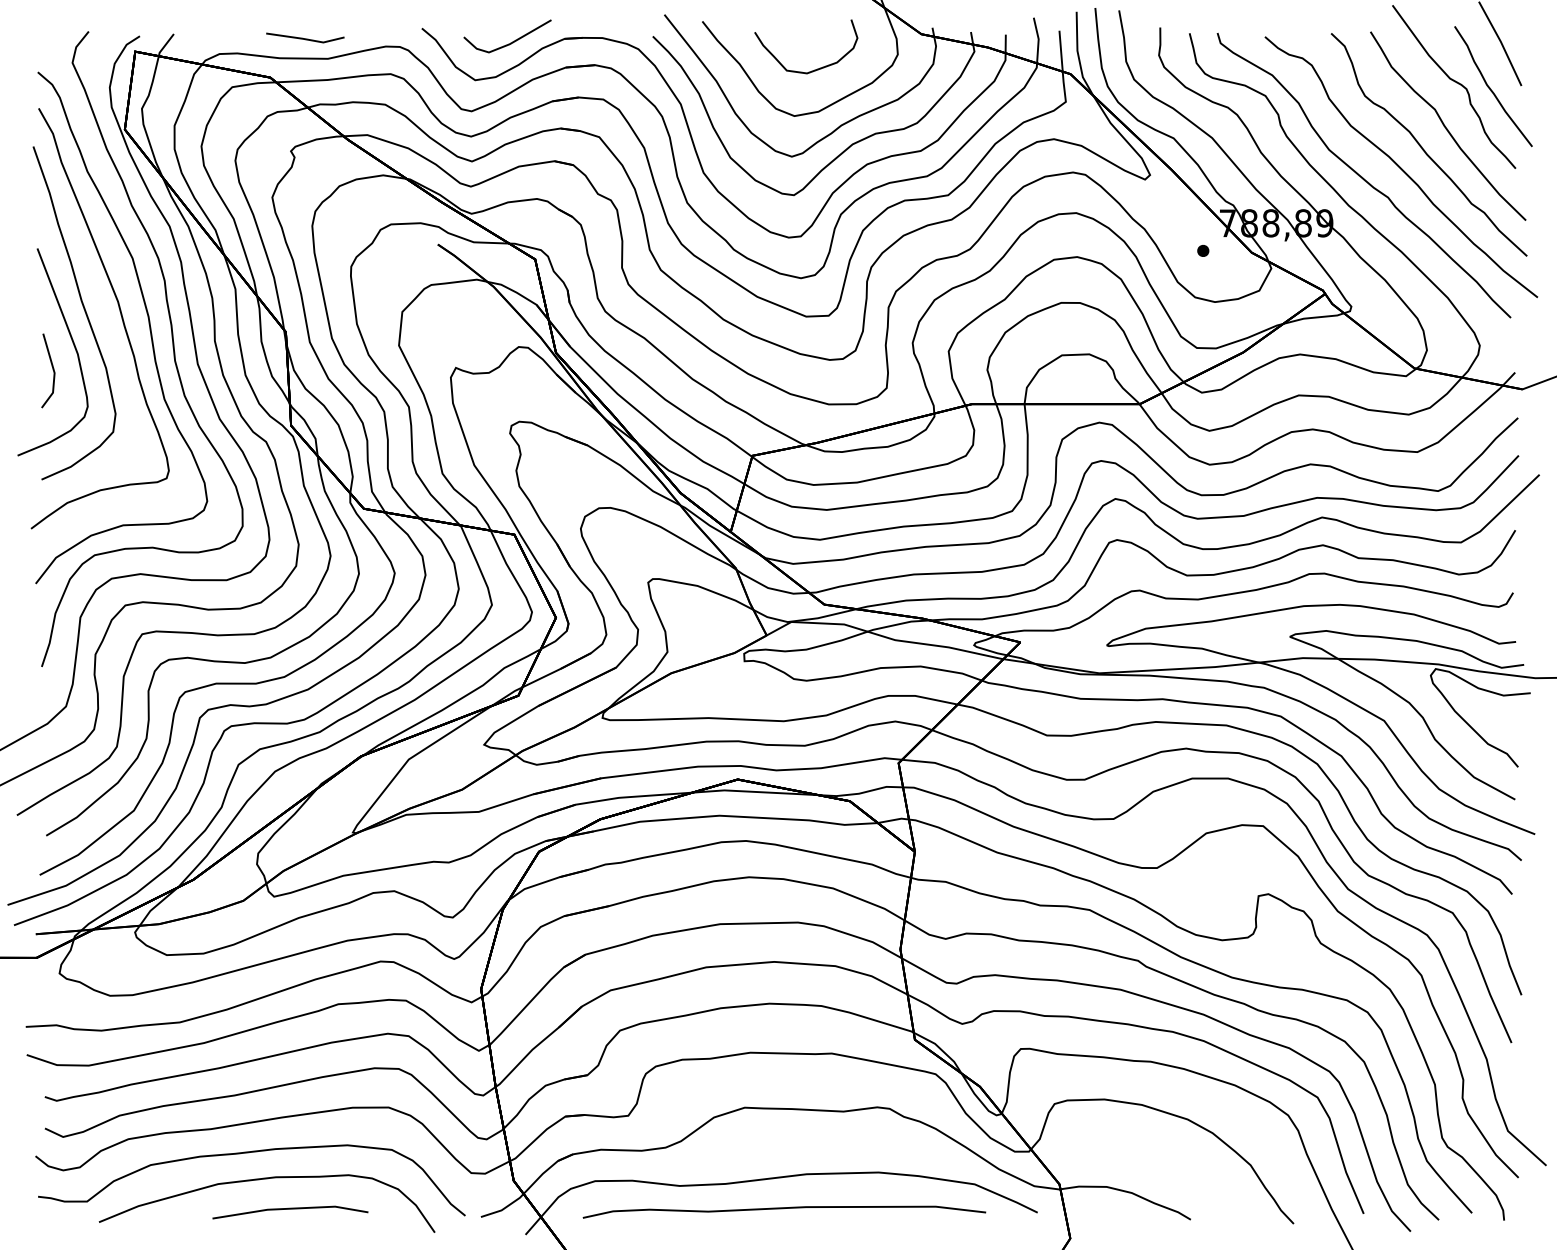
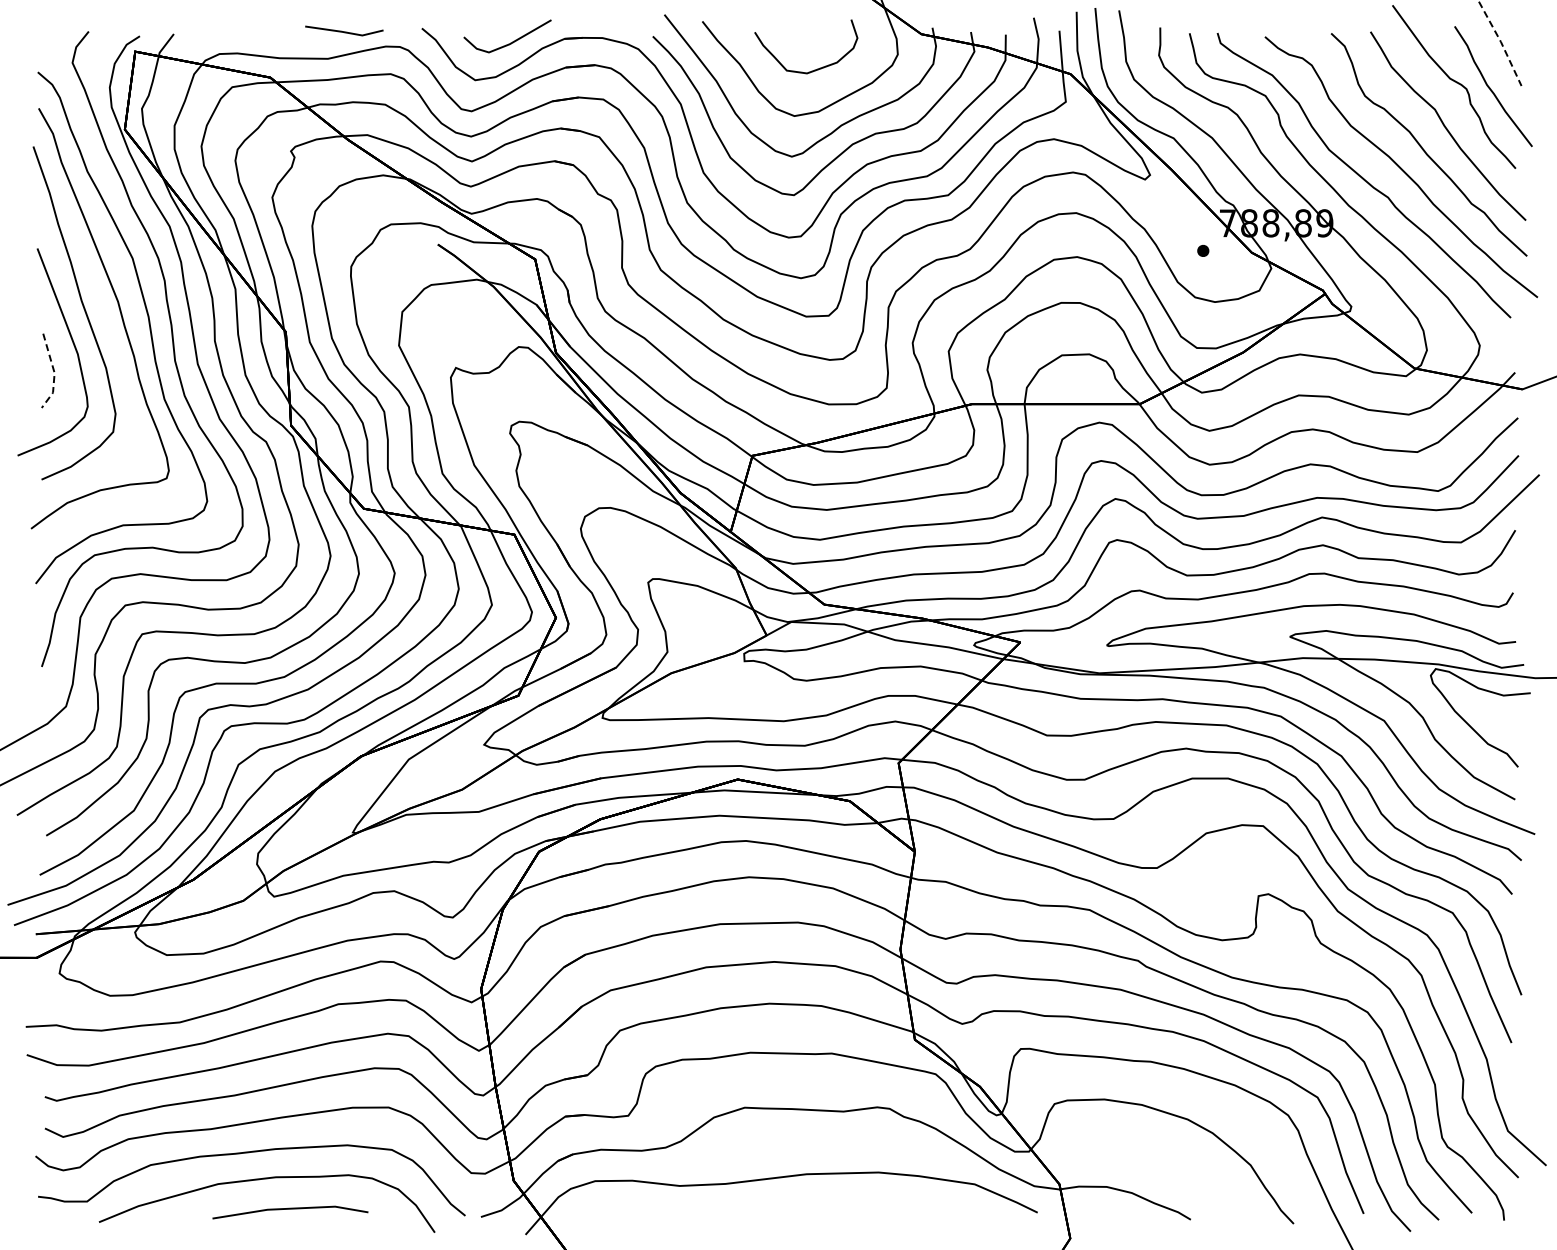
line at (305, 38) position: (305, 38) -> (344, 31)
line at (1501, 42): solid -> dashed
line at (54, 373): solid -> dashed
curve at (783, 1209): present -> none
